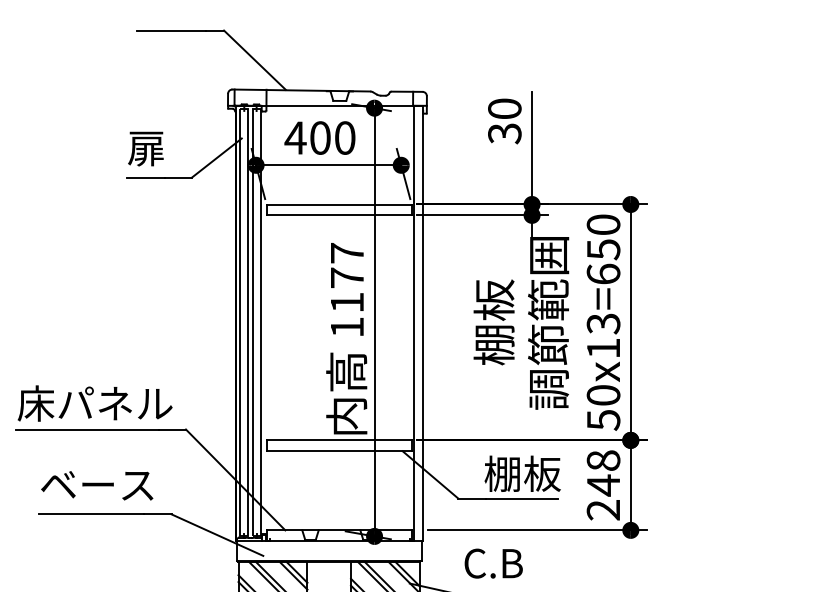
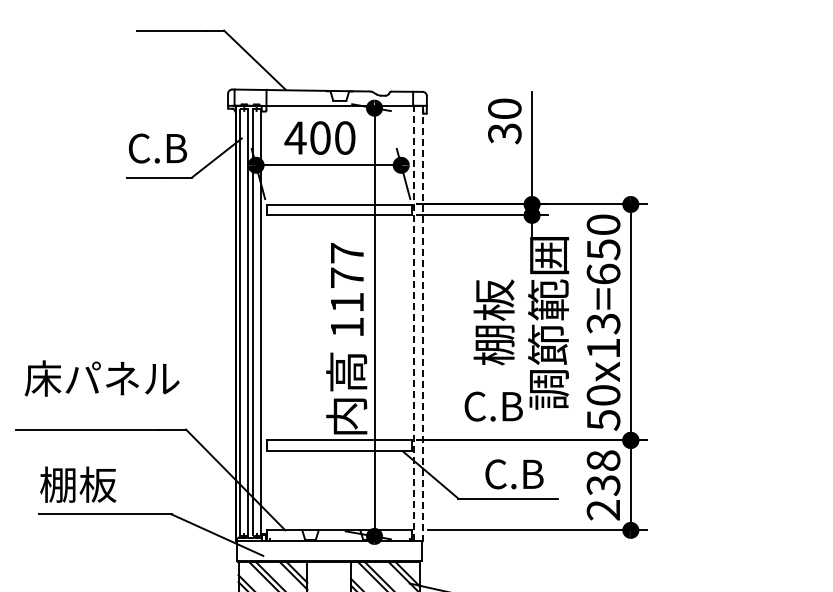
text at (157, 148): 扉 -> C.B
line at (413, 323): solid -> dashed
line at (422, 323): solid -> dashed
text at (94, 403) position: (94, 403) -> (101, 378)
text at (522, 473): 棚板 -> C.B
text at (96, 484): ベース -> 棚板
text at (603, 485): 248 -> 238
text at (493, 563) position: (493, 563) -> (493, 406)
